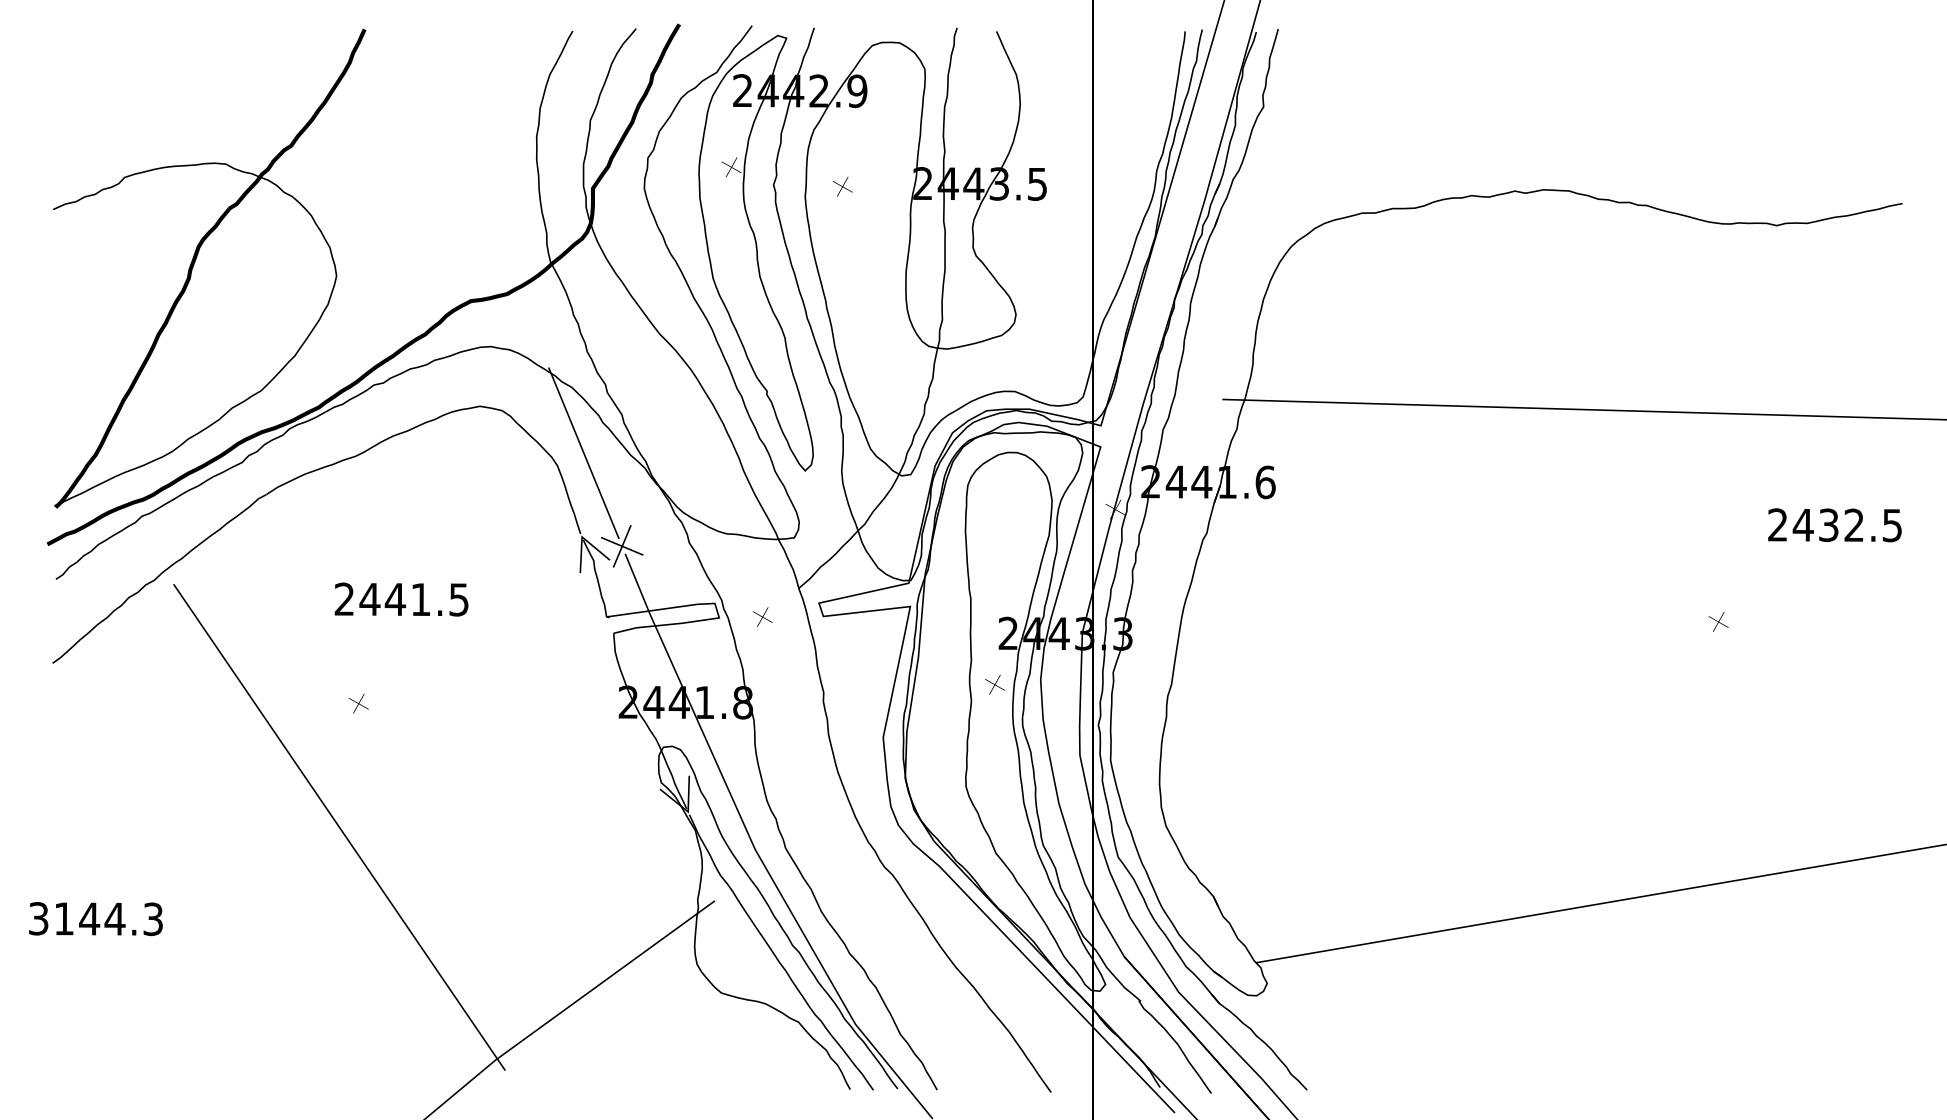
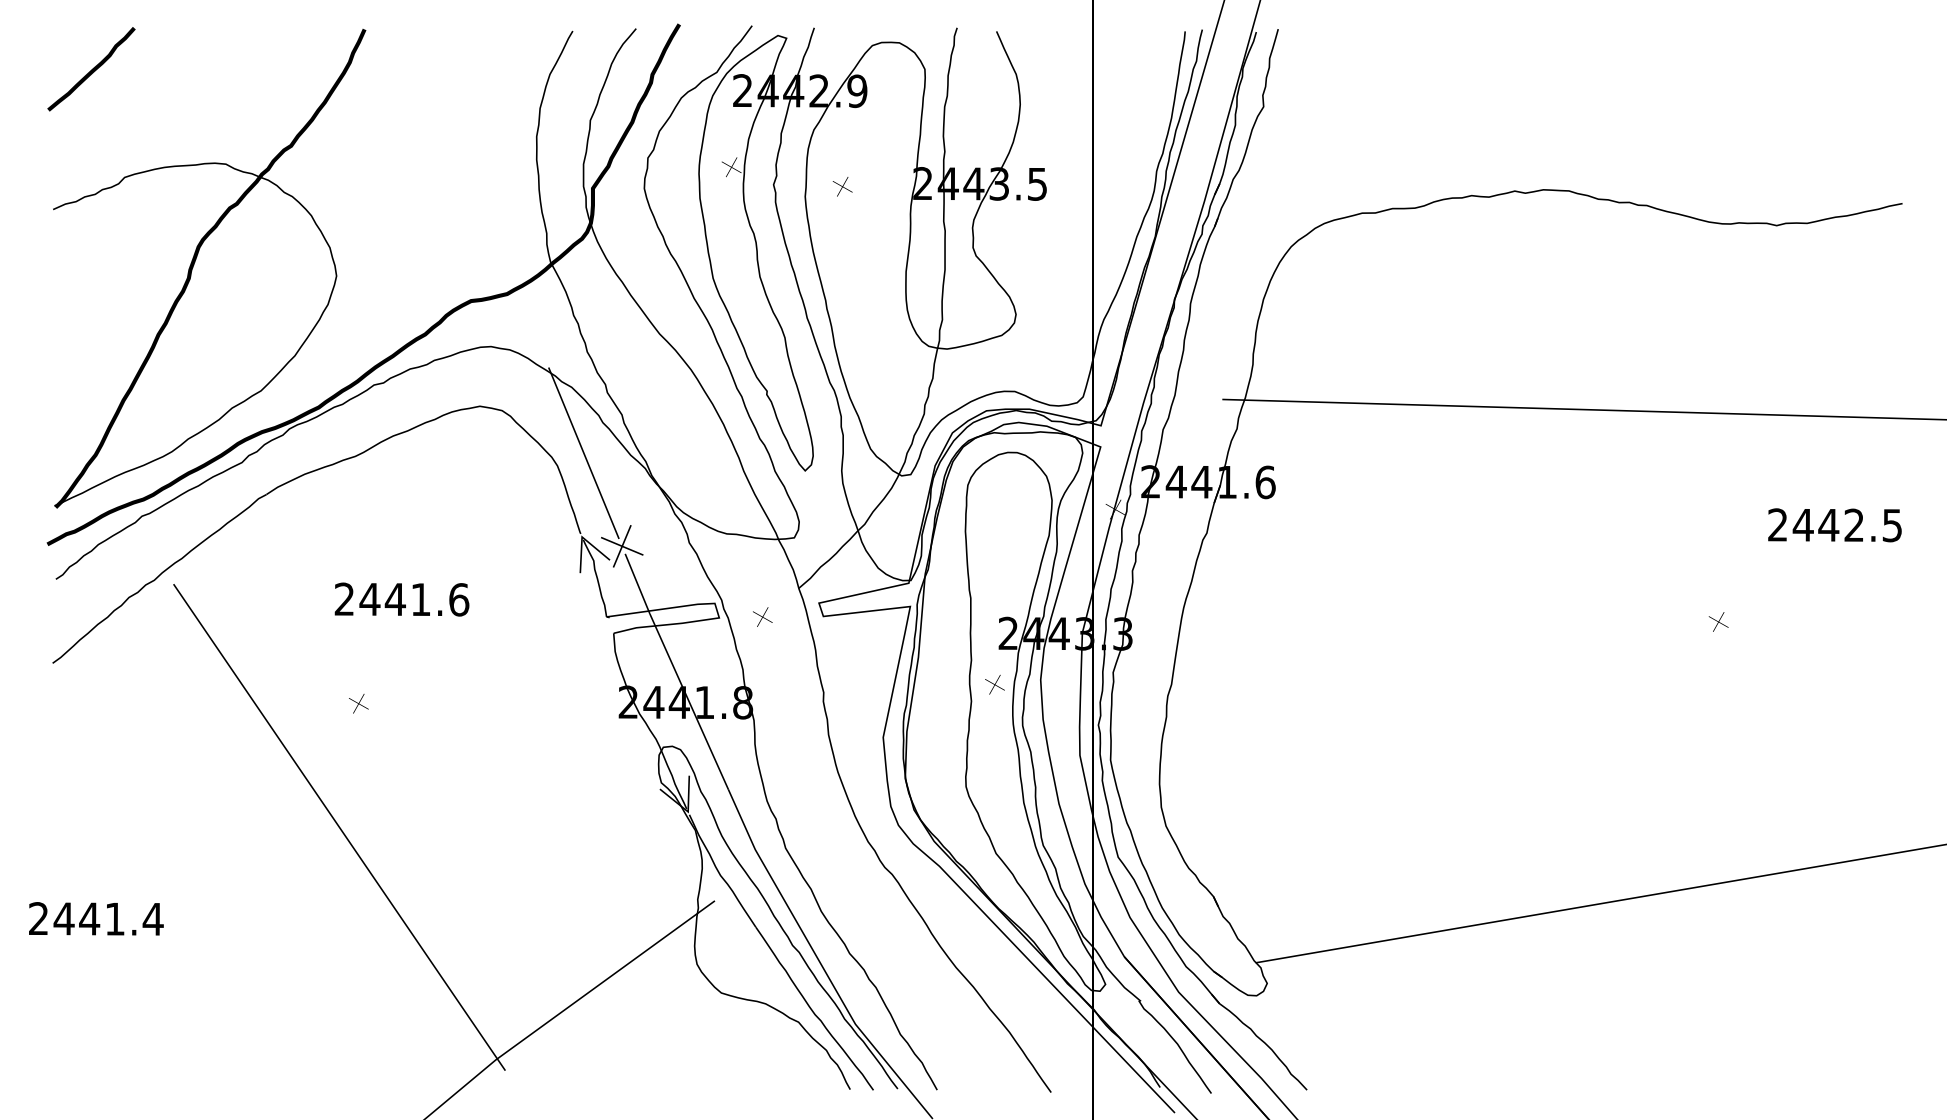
curve at (91, 69): none -> present
text at (1828, 524): 2432.5 -> 2442.5
text at (459, 599): 2441.5 -> 2441.6
text at (96, 919): 3144.3 -> 2441.4
